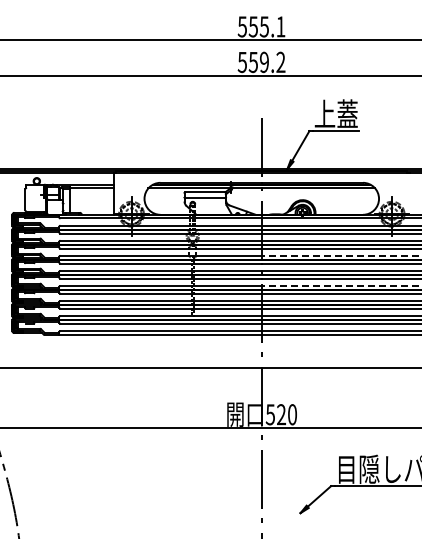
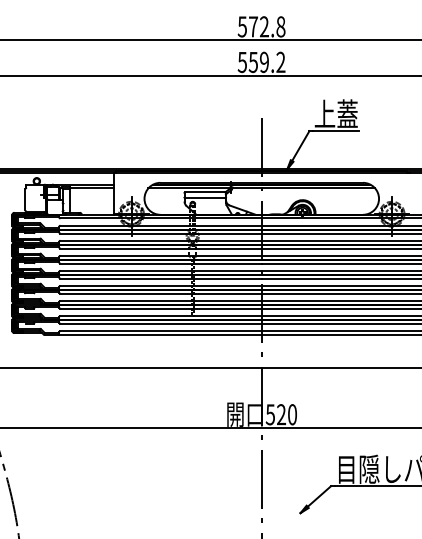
text at (266, 26): 555.1 -> 572.8
line at (341, 255): dashed -> solid
line at (341, 285): dashed -> solid
